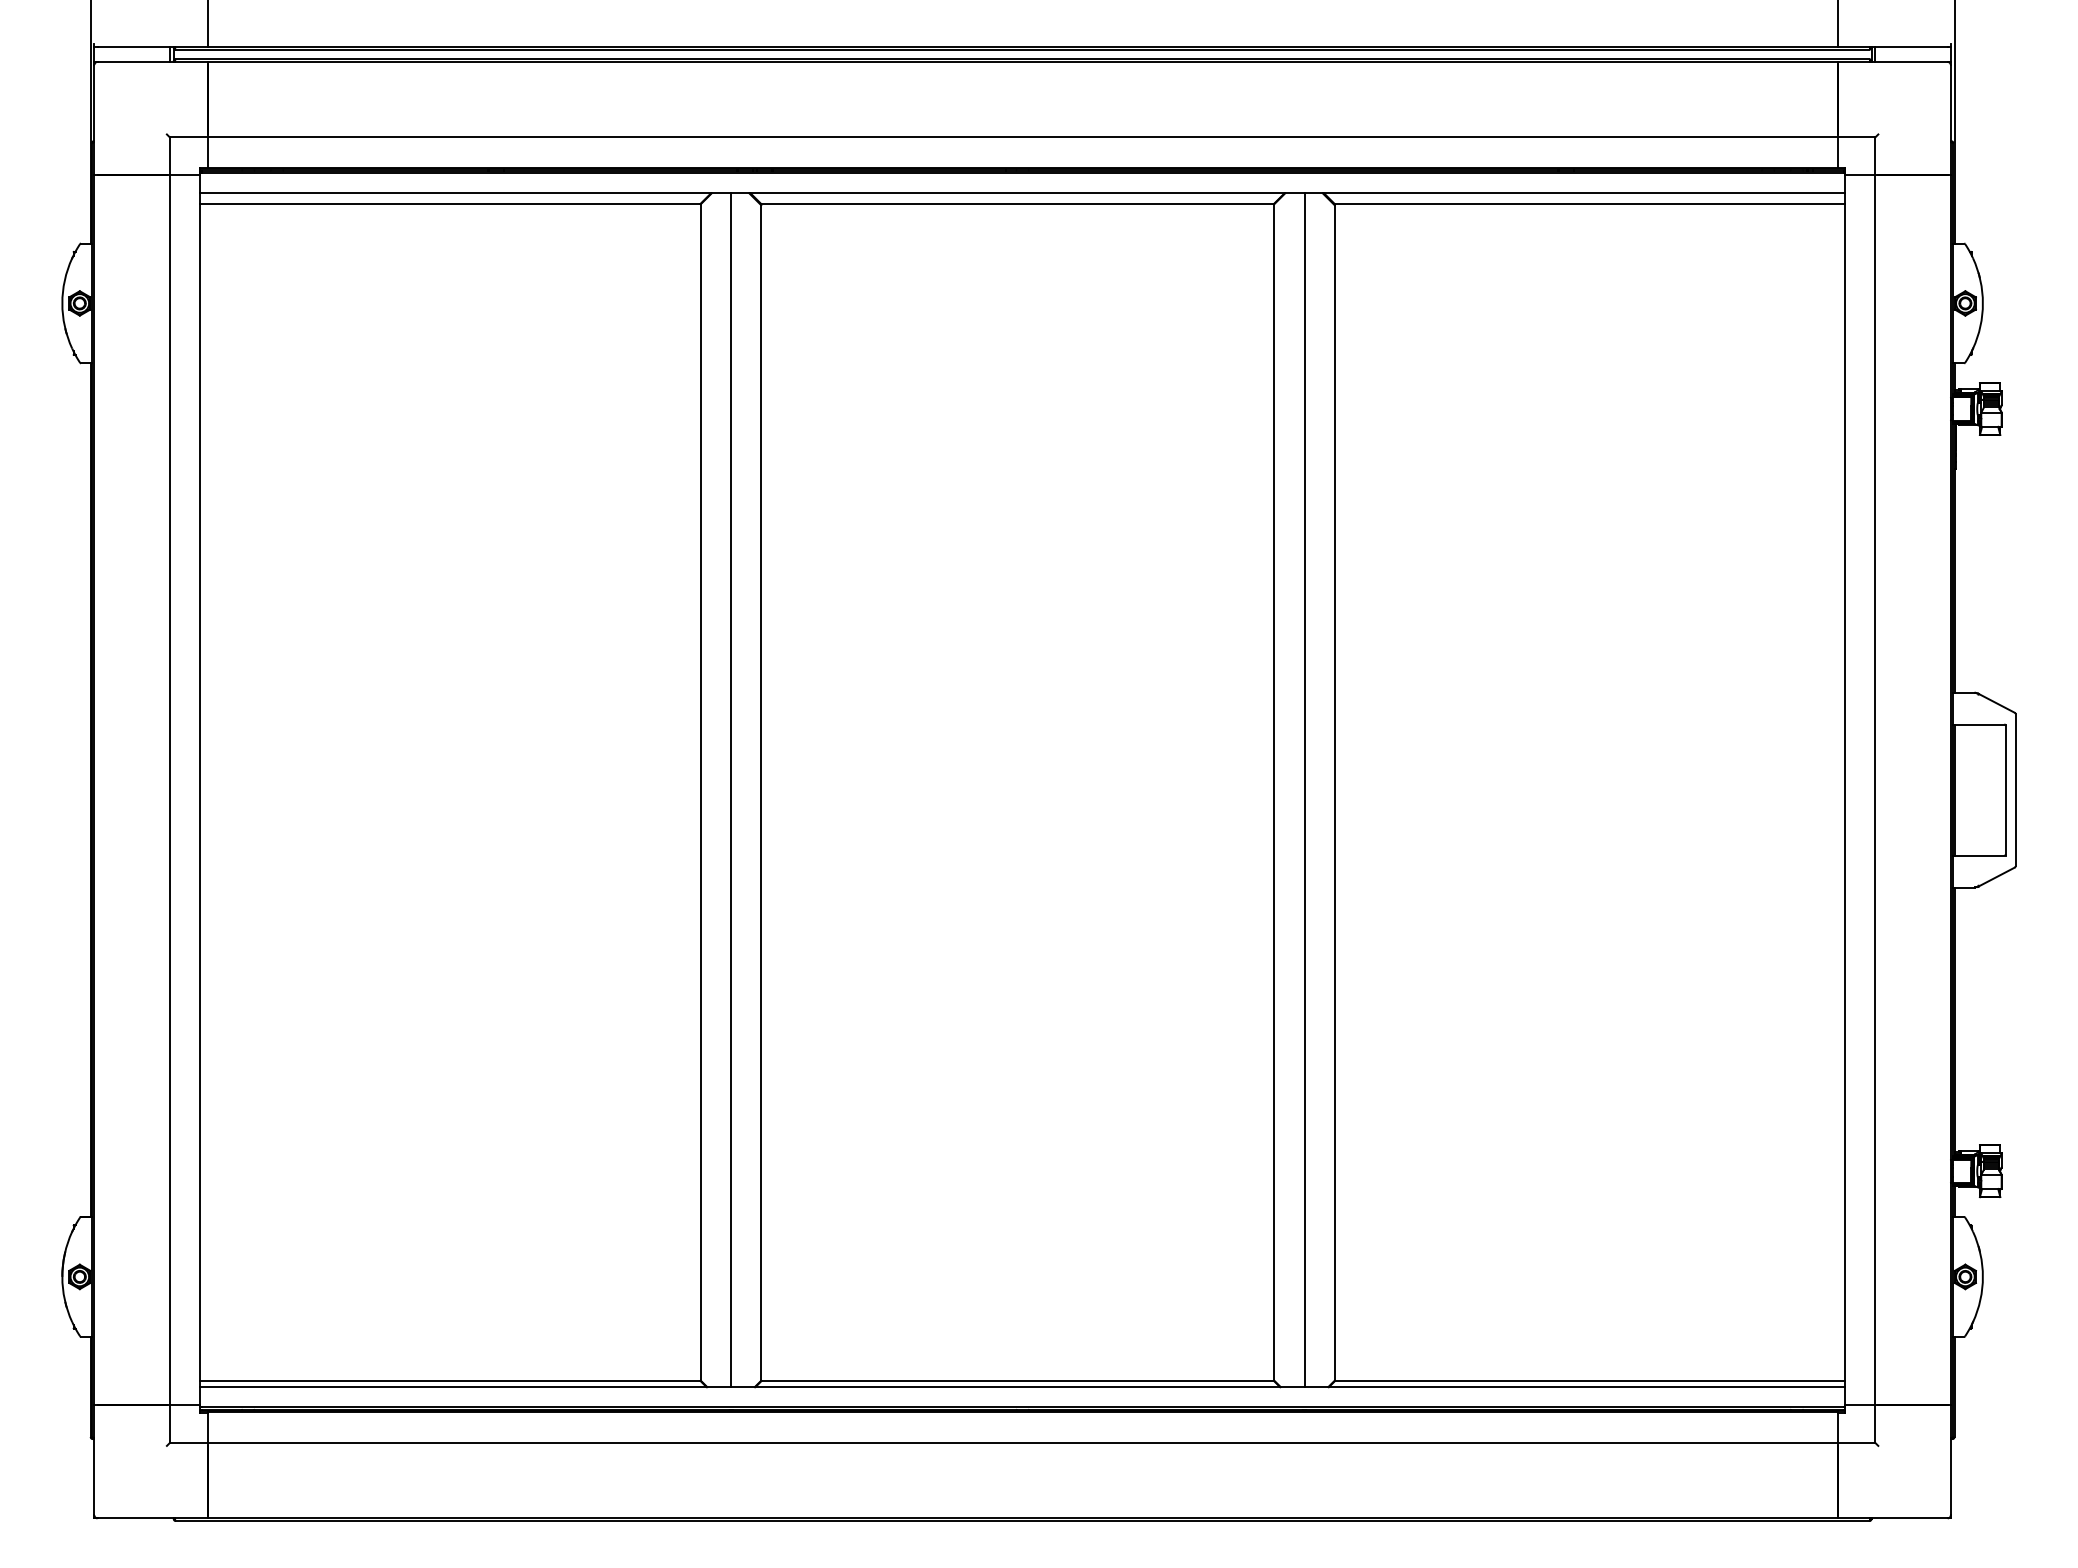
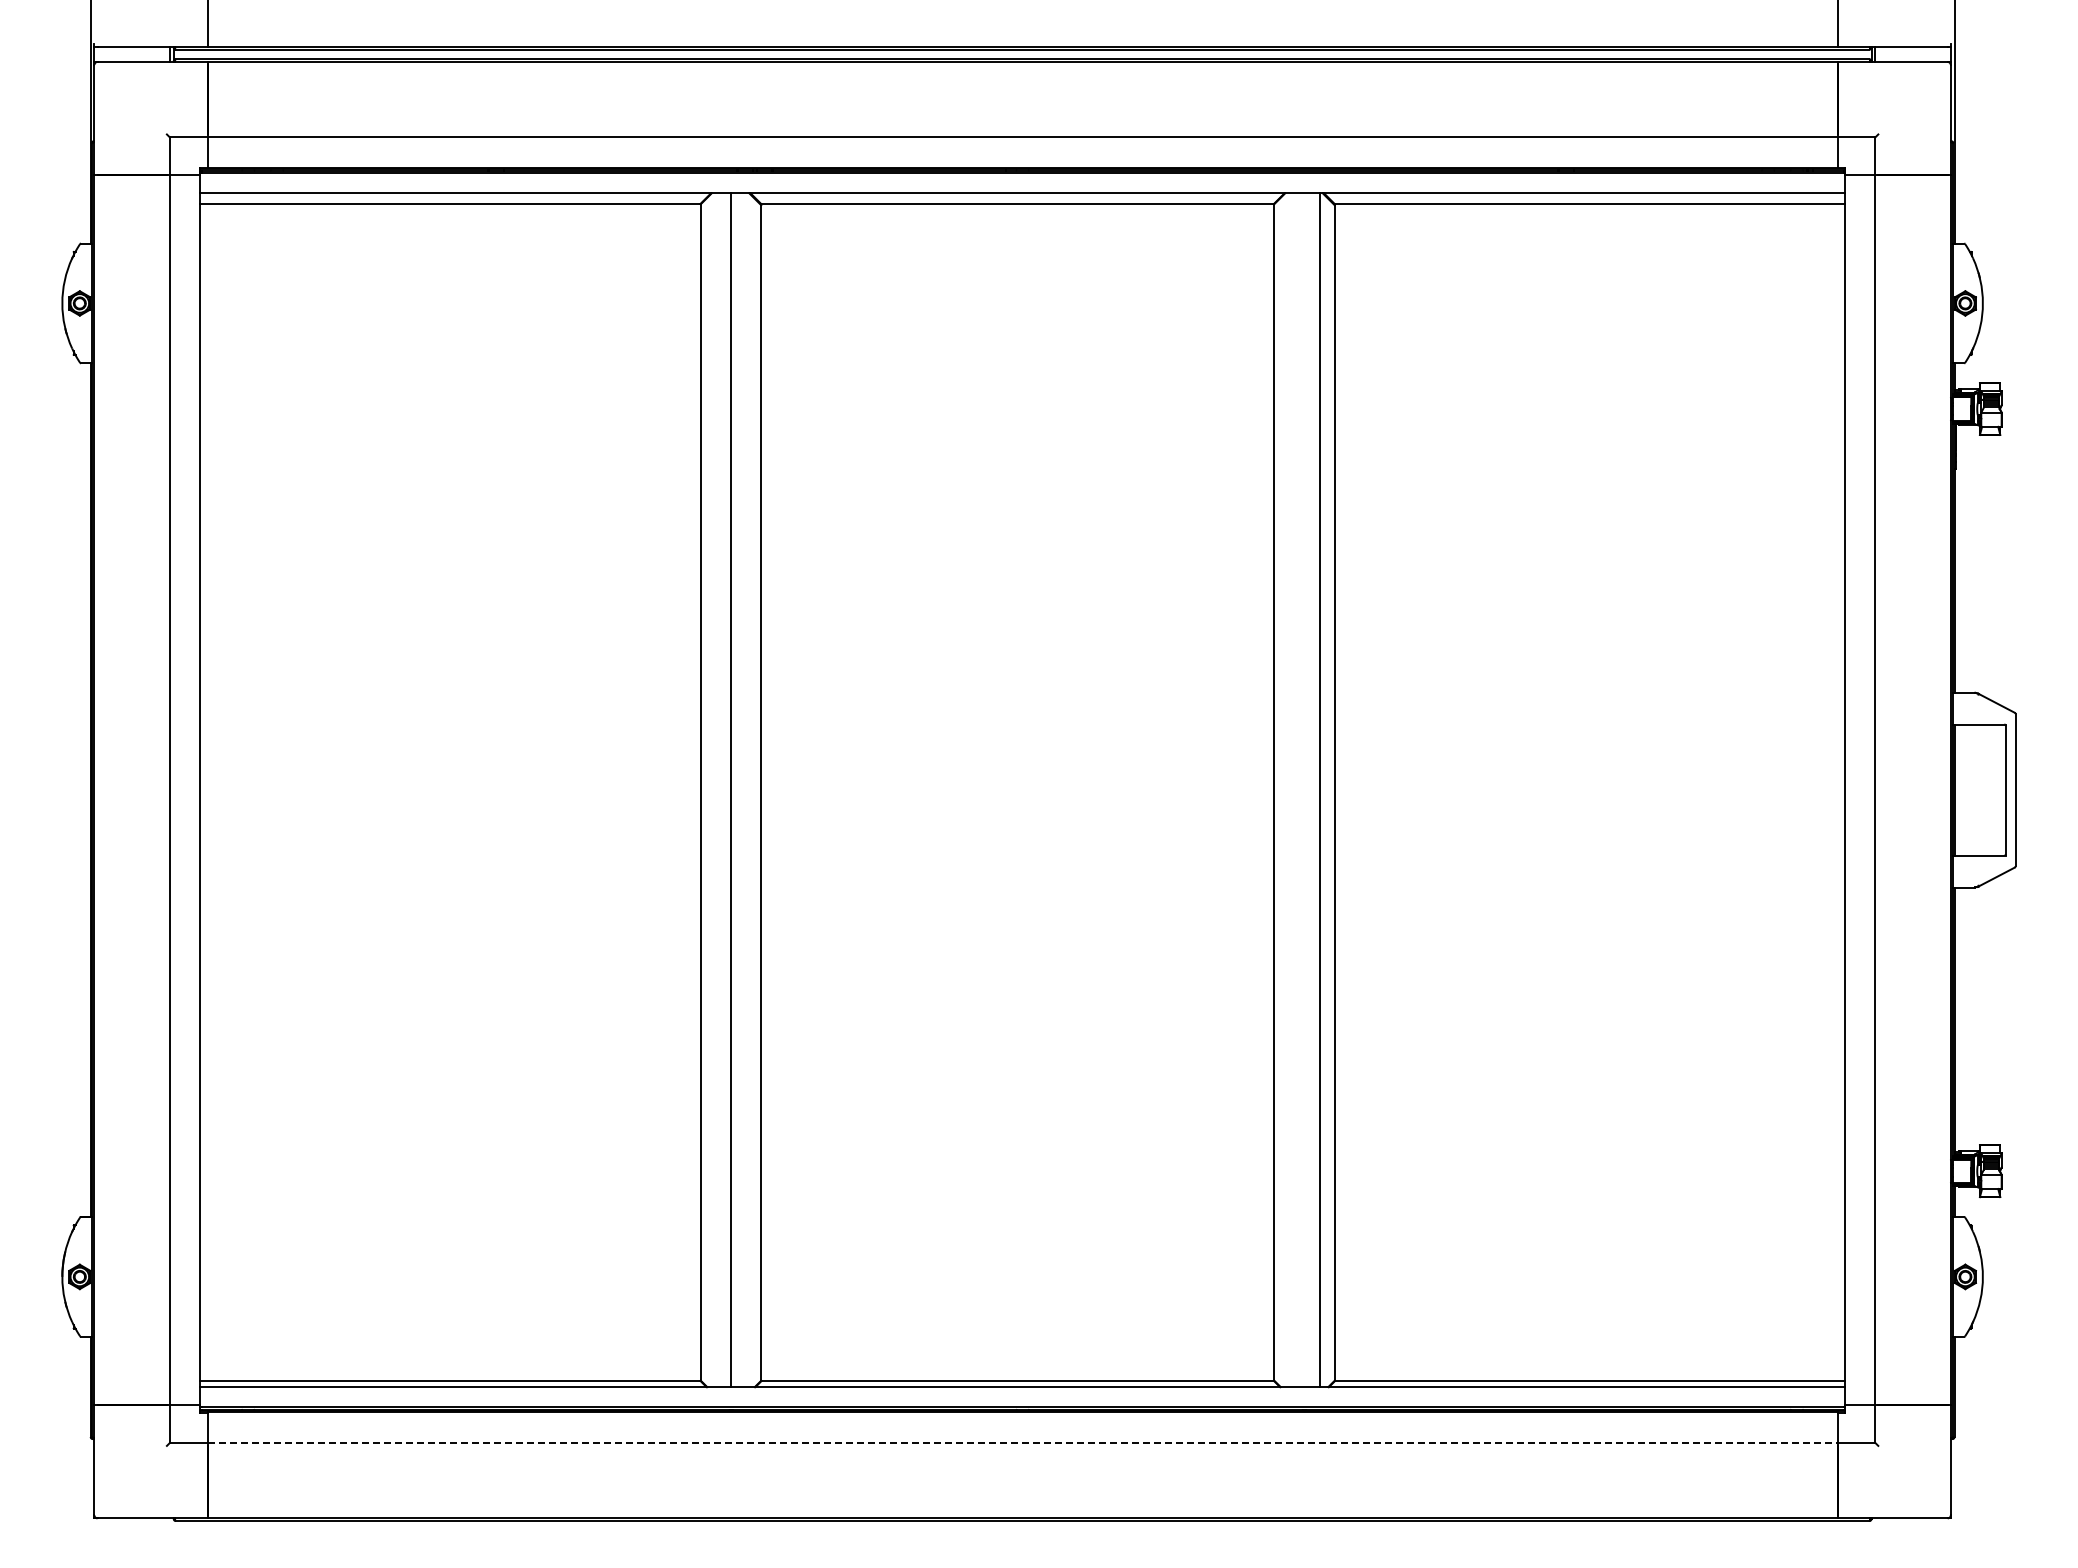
line at (1304, 790) position: (1304, 790) -> (1319, 790)
line at (1022, 1442): solid -> dashed
